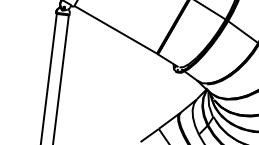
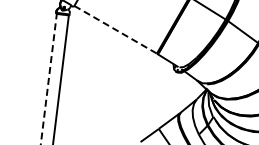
line at (115, 29): solid -> dashed
line at (48, 79): solid -> dashed
